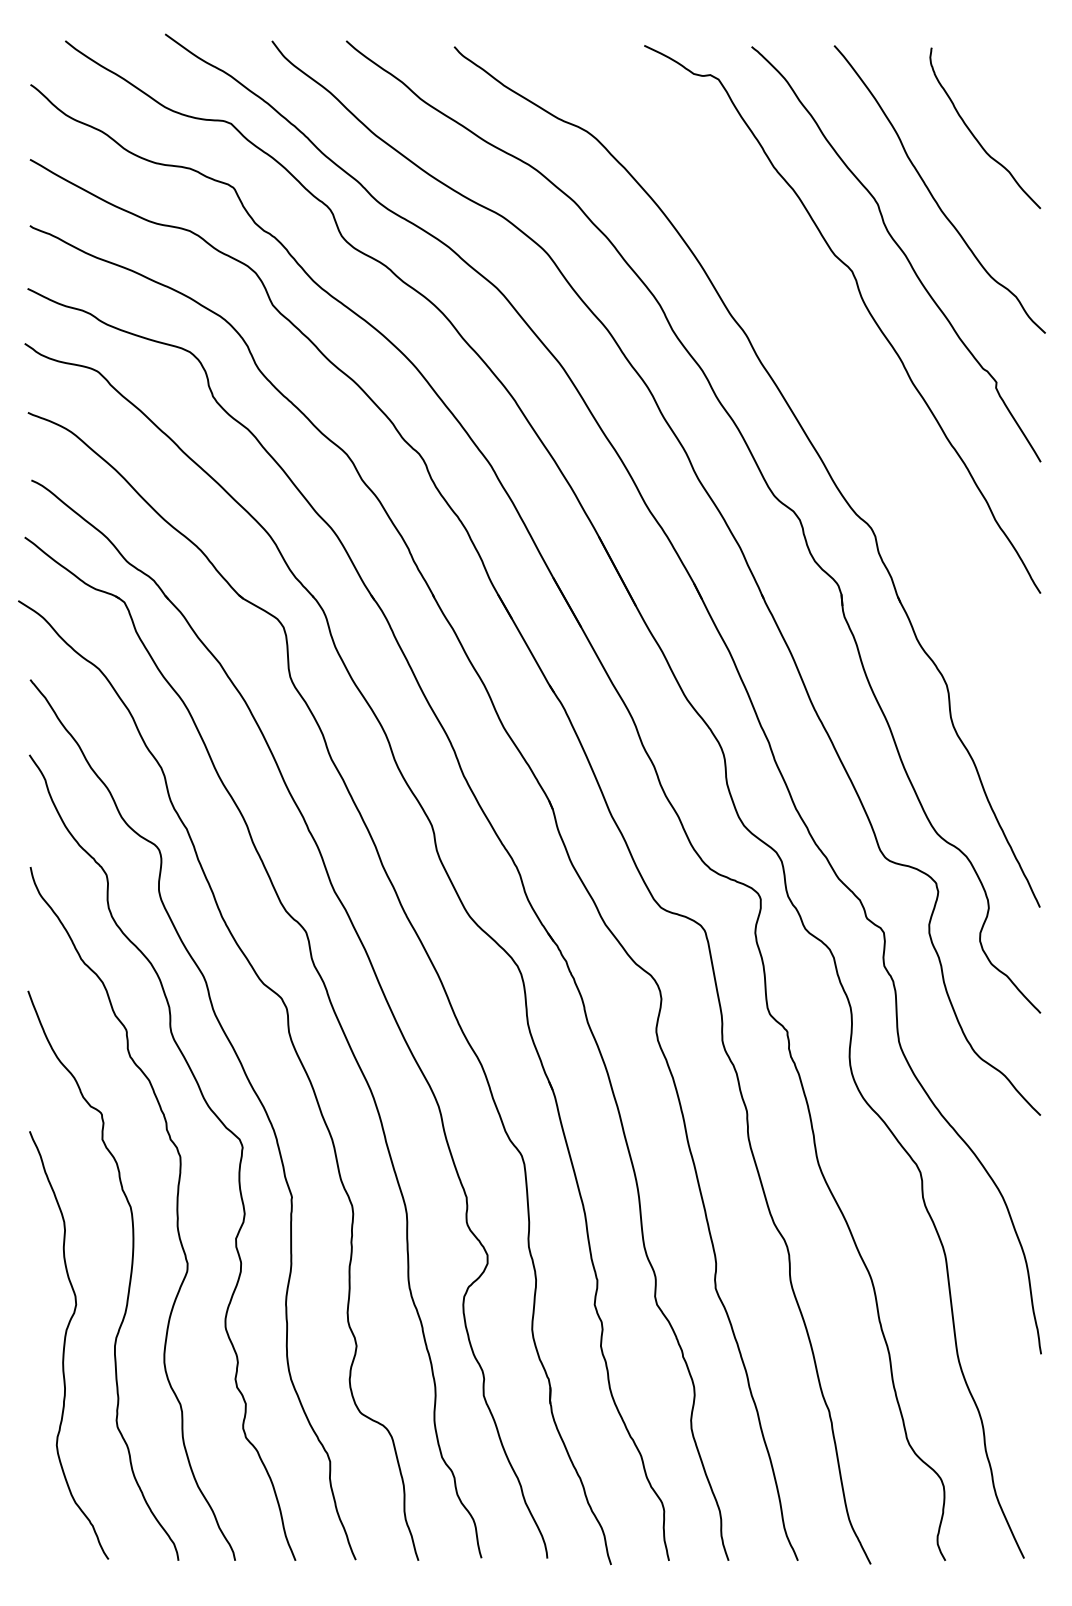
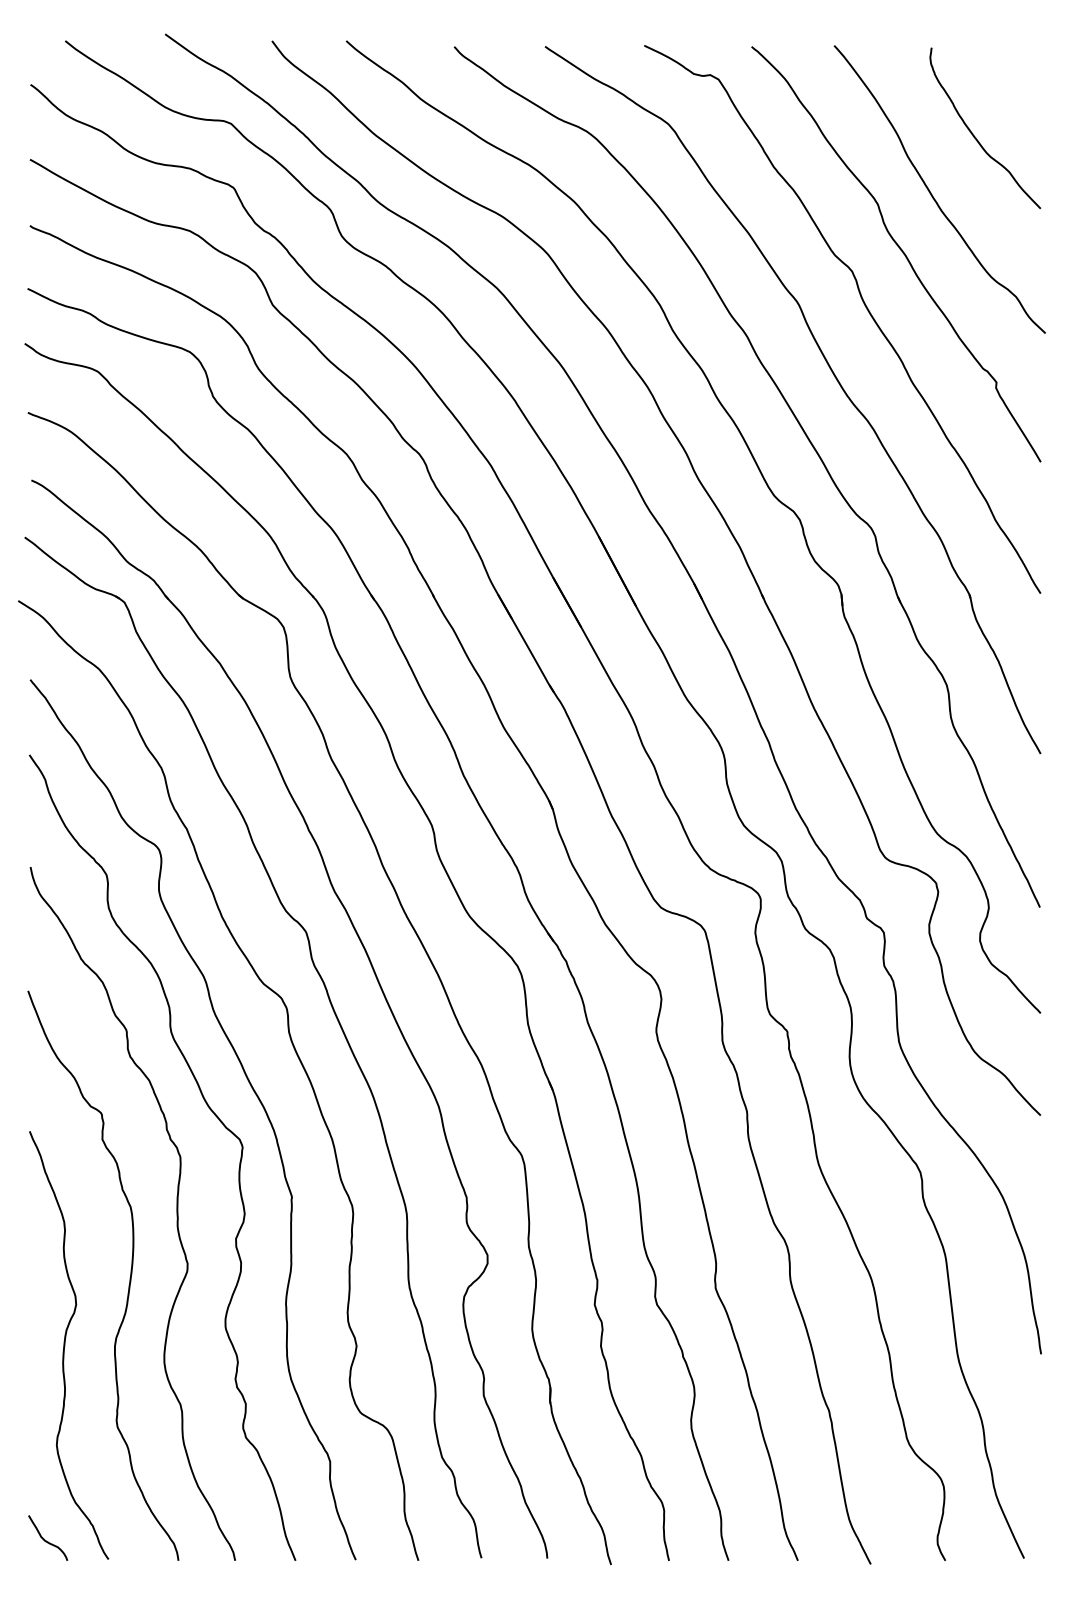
part at (834, 377): none -> present
curve at (45, 1539): none -> present
